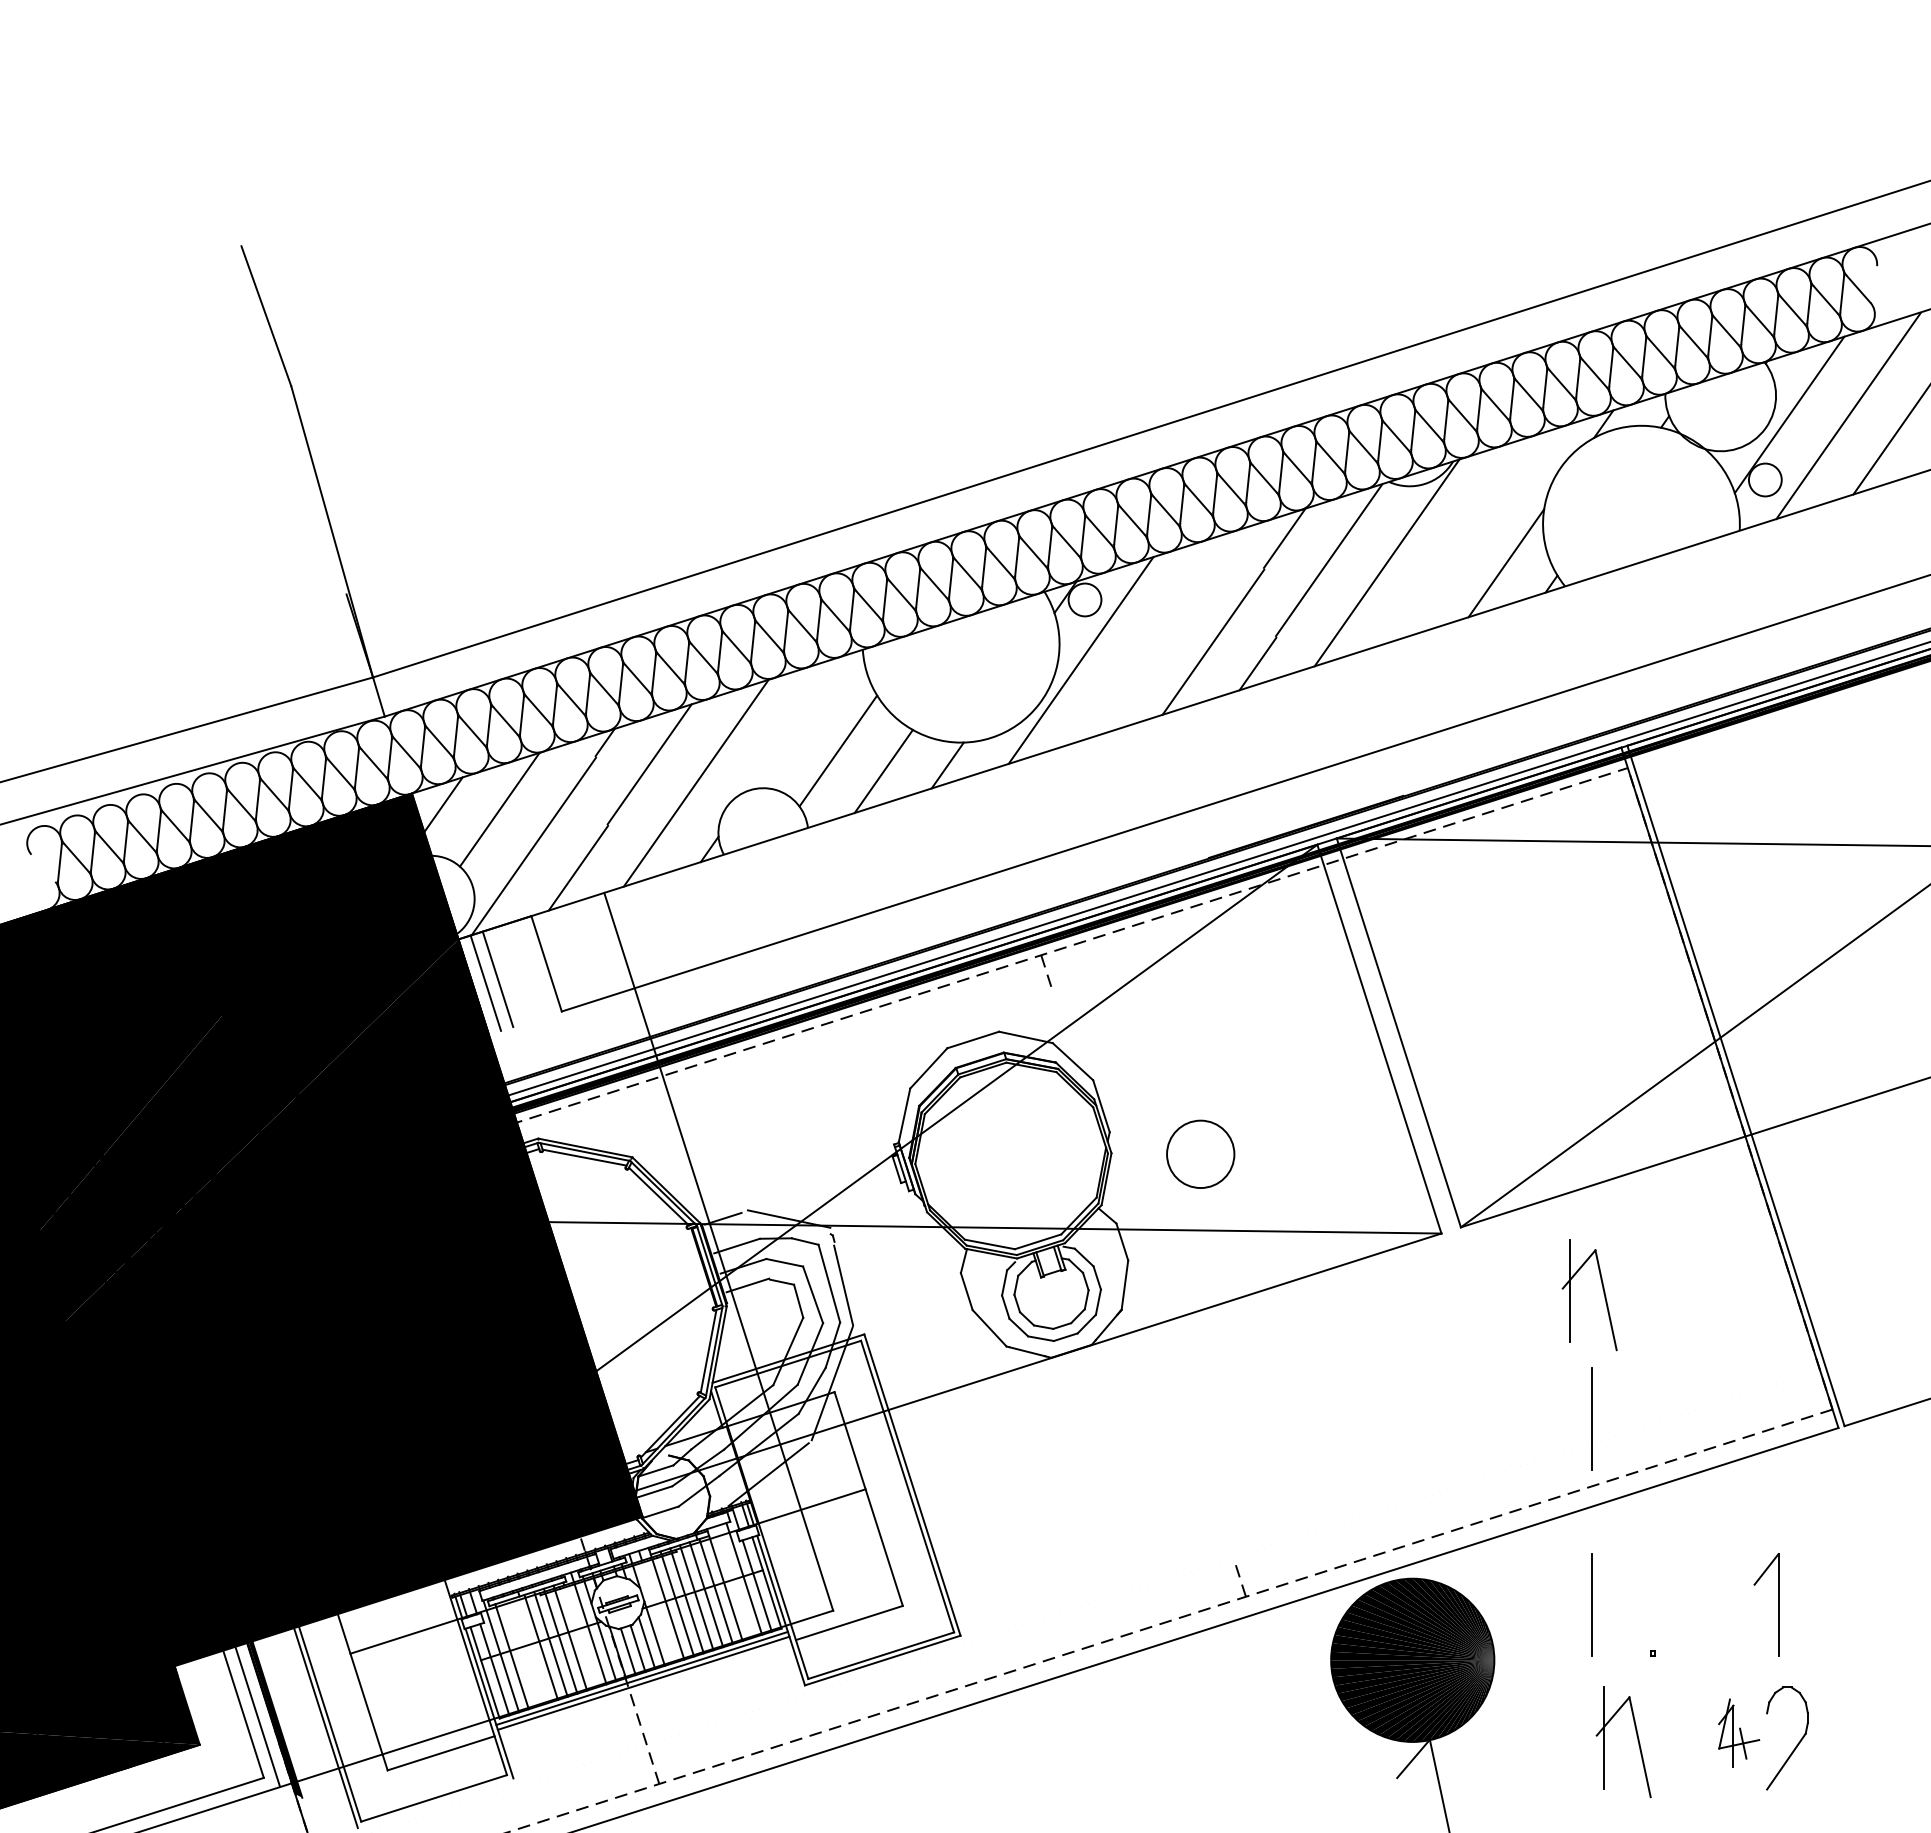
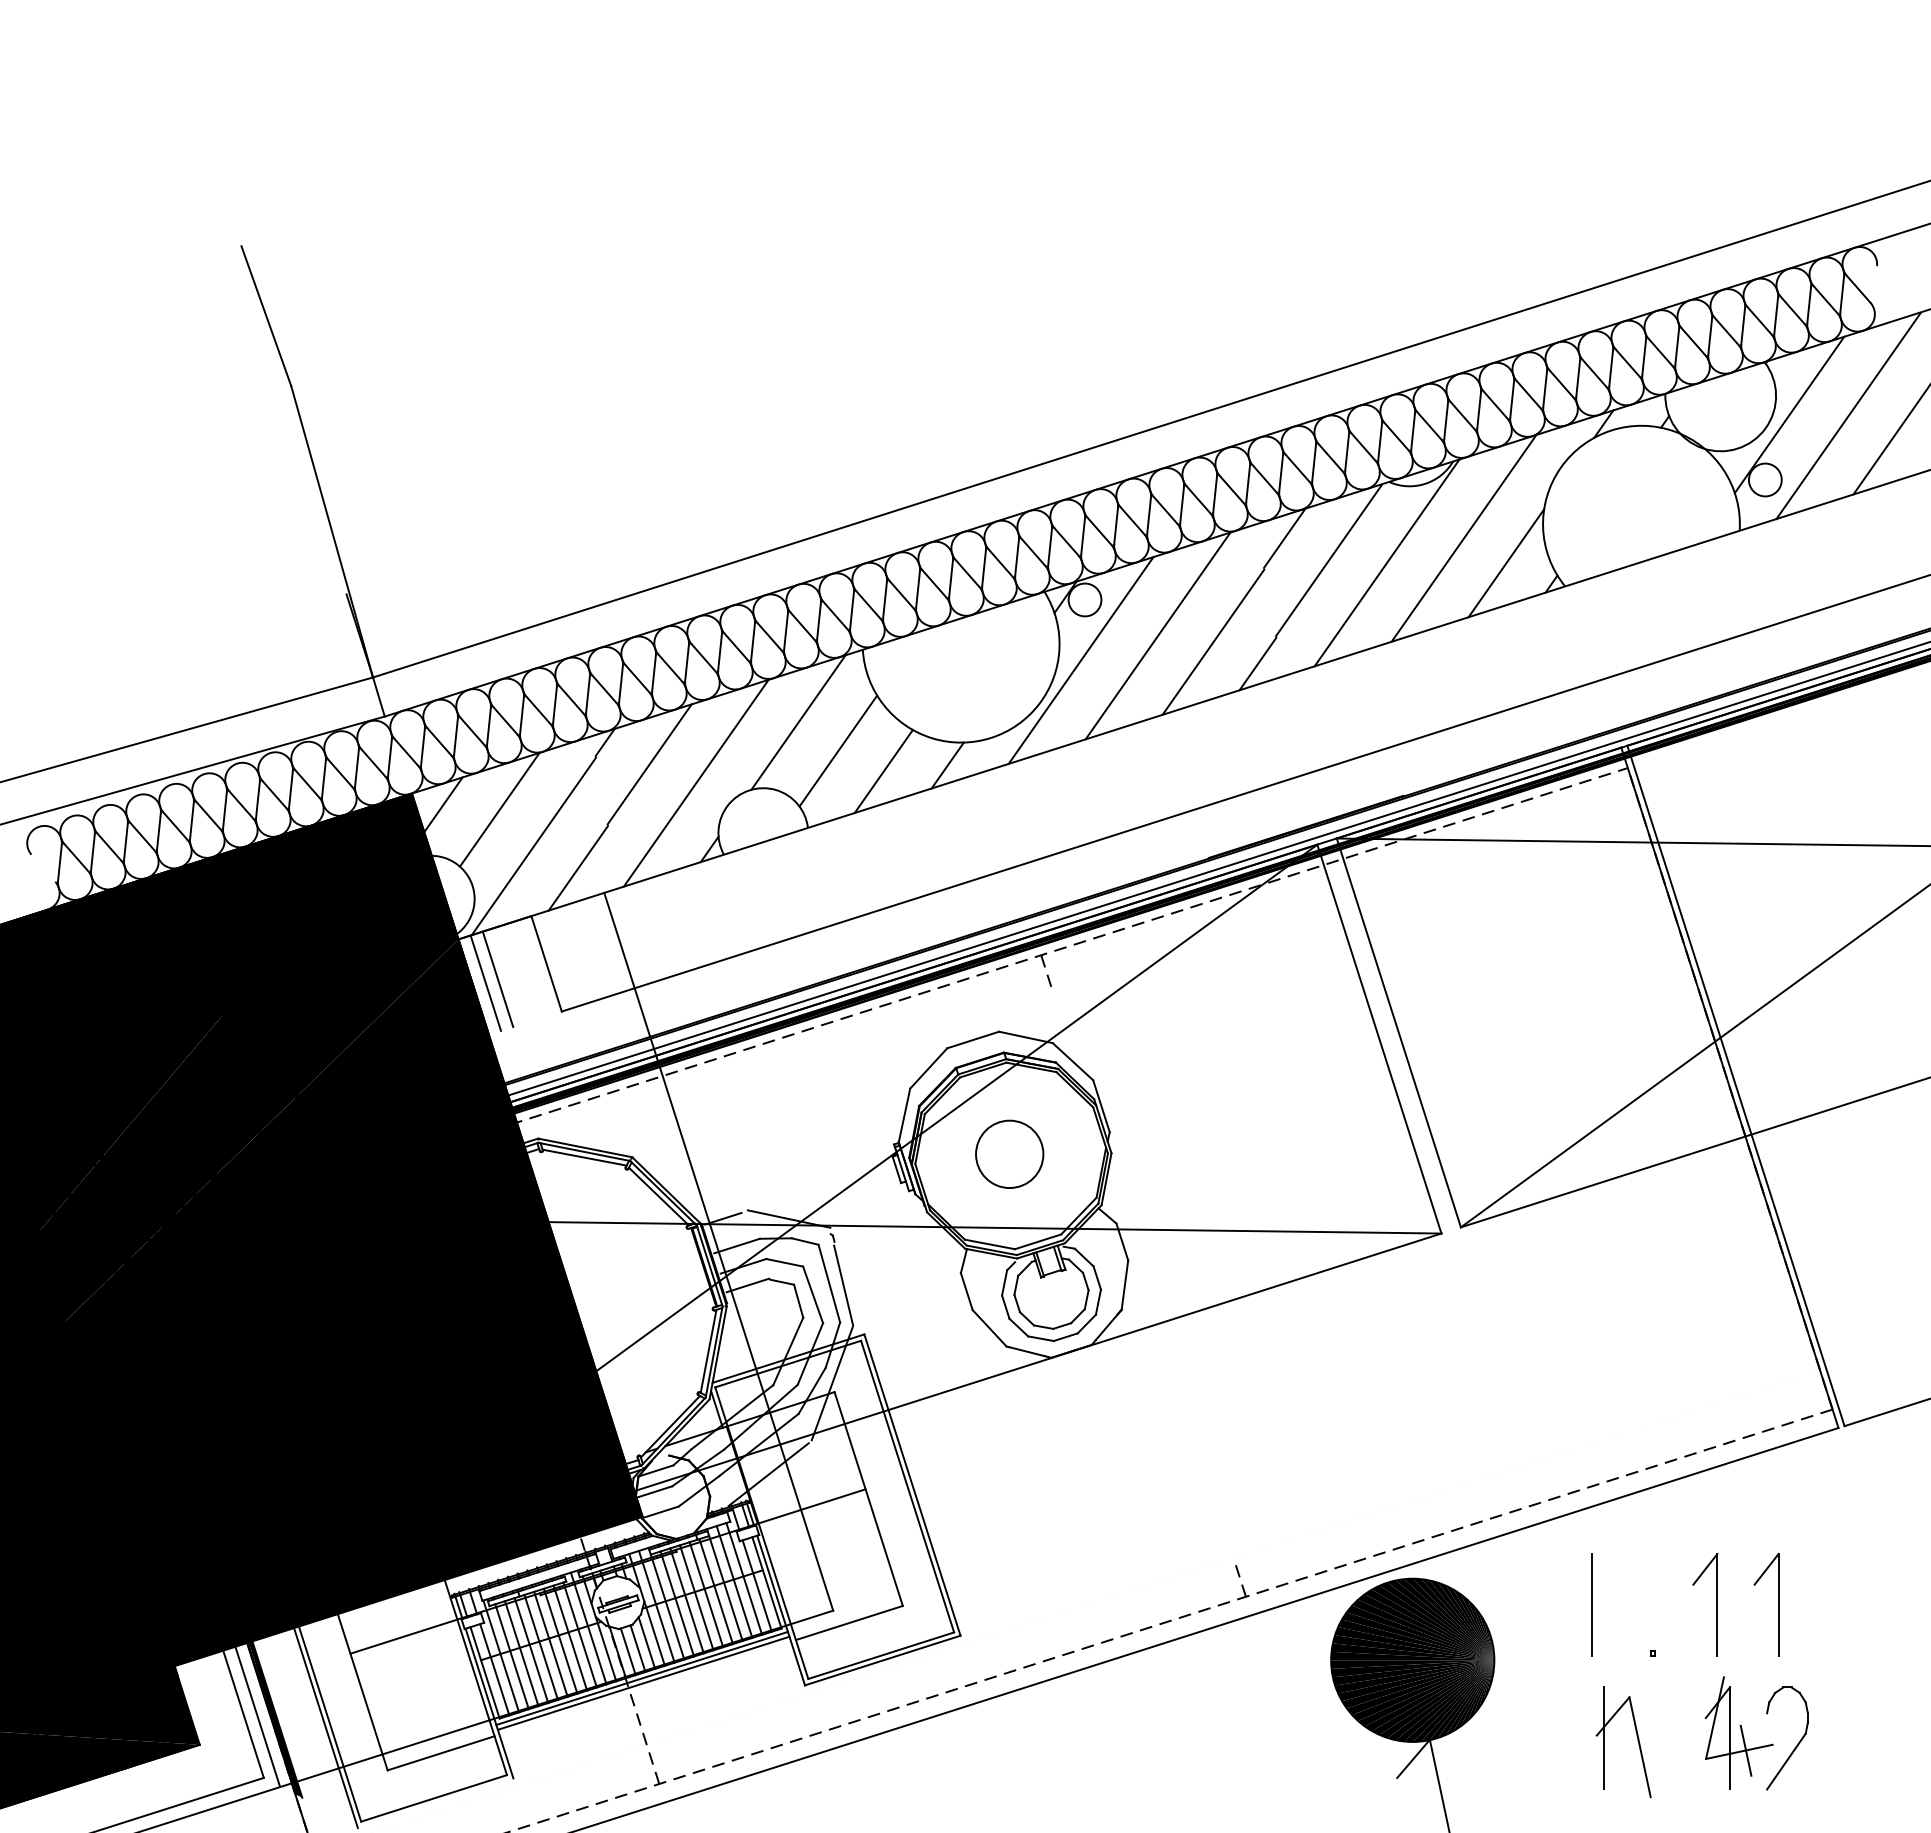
line at (1463, 537): none -> present
line at (1157, 635): none -> present
line at (798, 722): none -> present
circle at (1200, 1153) position: (1200, 1153) -> (1009, 1153)
part at (1603, 1293): present -> none
line at (1591, 1418): present -> none
line at (734, 1581): none -> present
part at (1716, 1604): none -> present
line at (658, 1612): none -> present
line at (580, 1637): none -> present
line at (531, 1650): none -> present
line at (521, 1653): none -> present
part at (1739, 1732) size: 43x70 px -> 70x114 px
